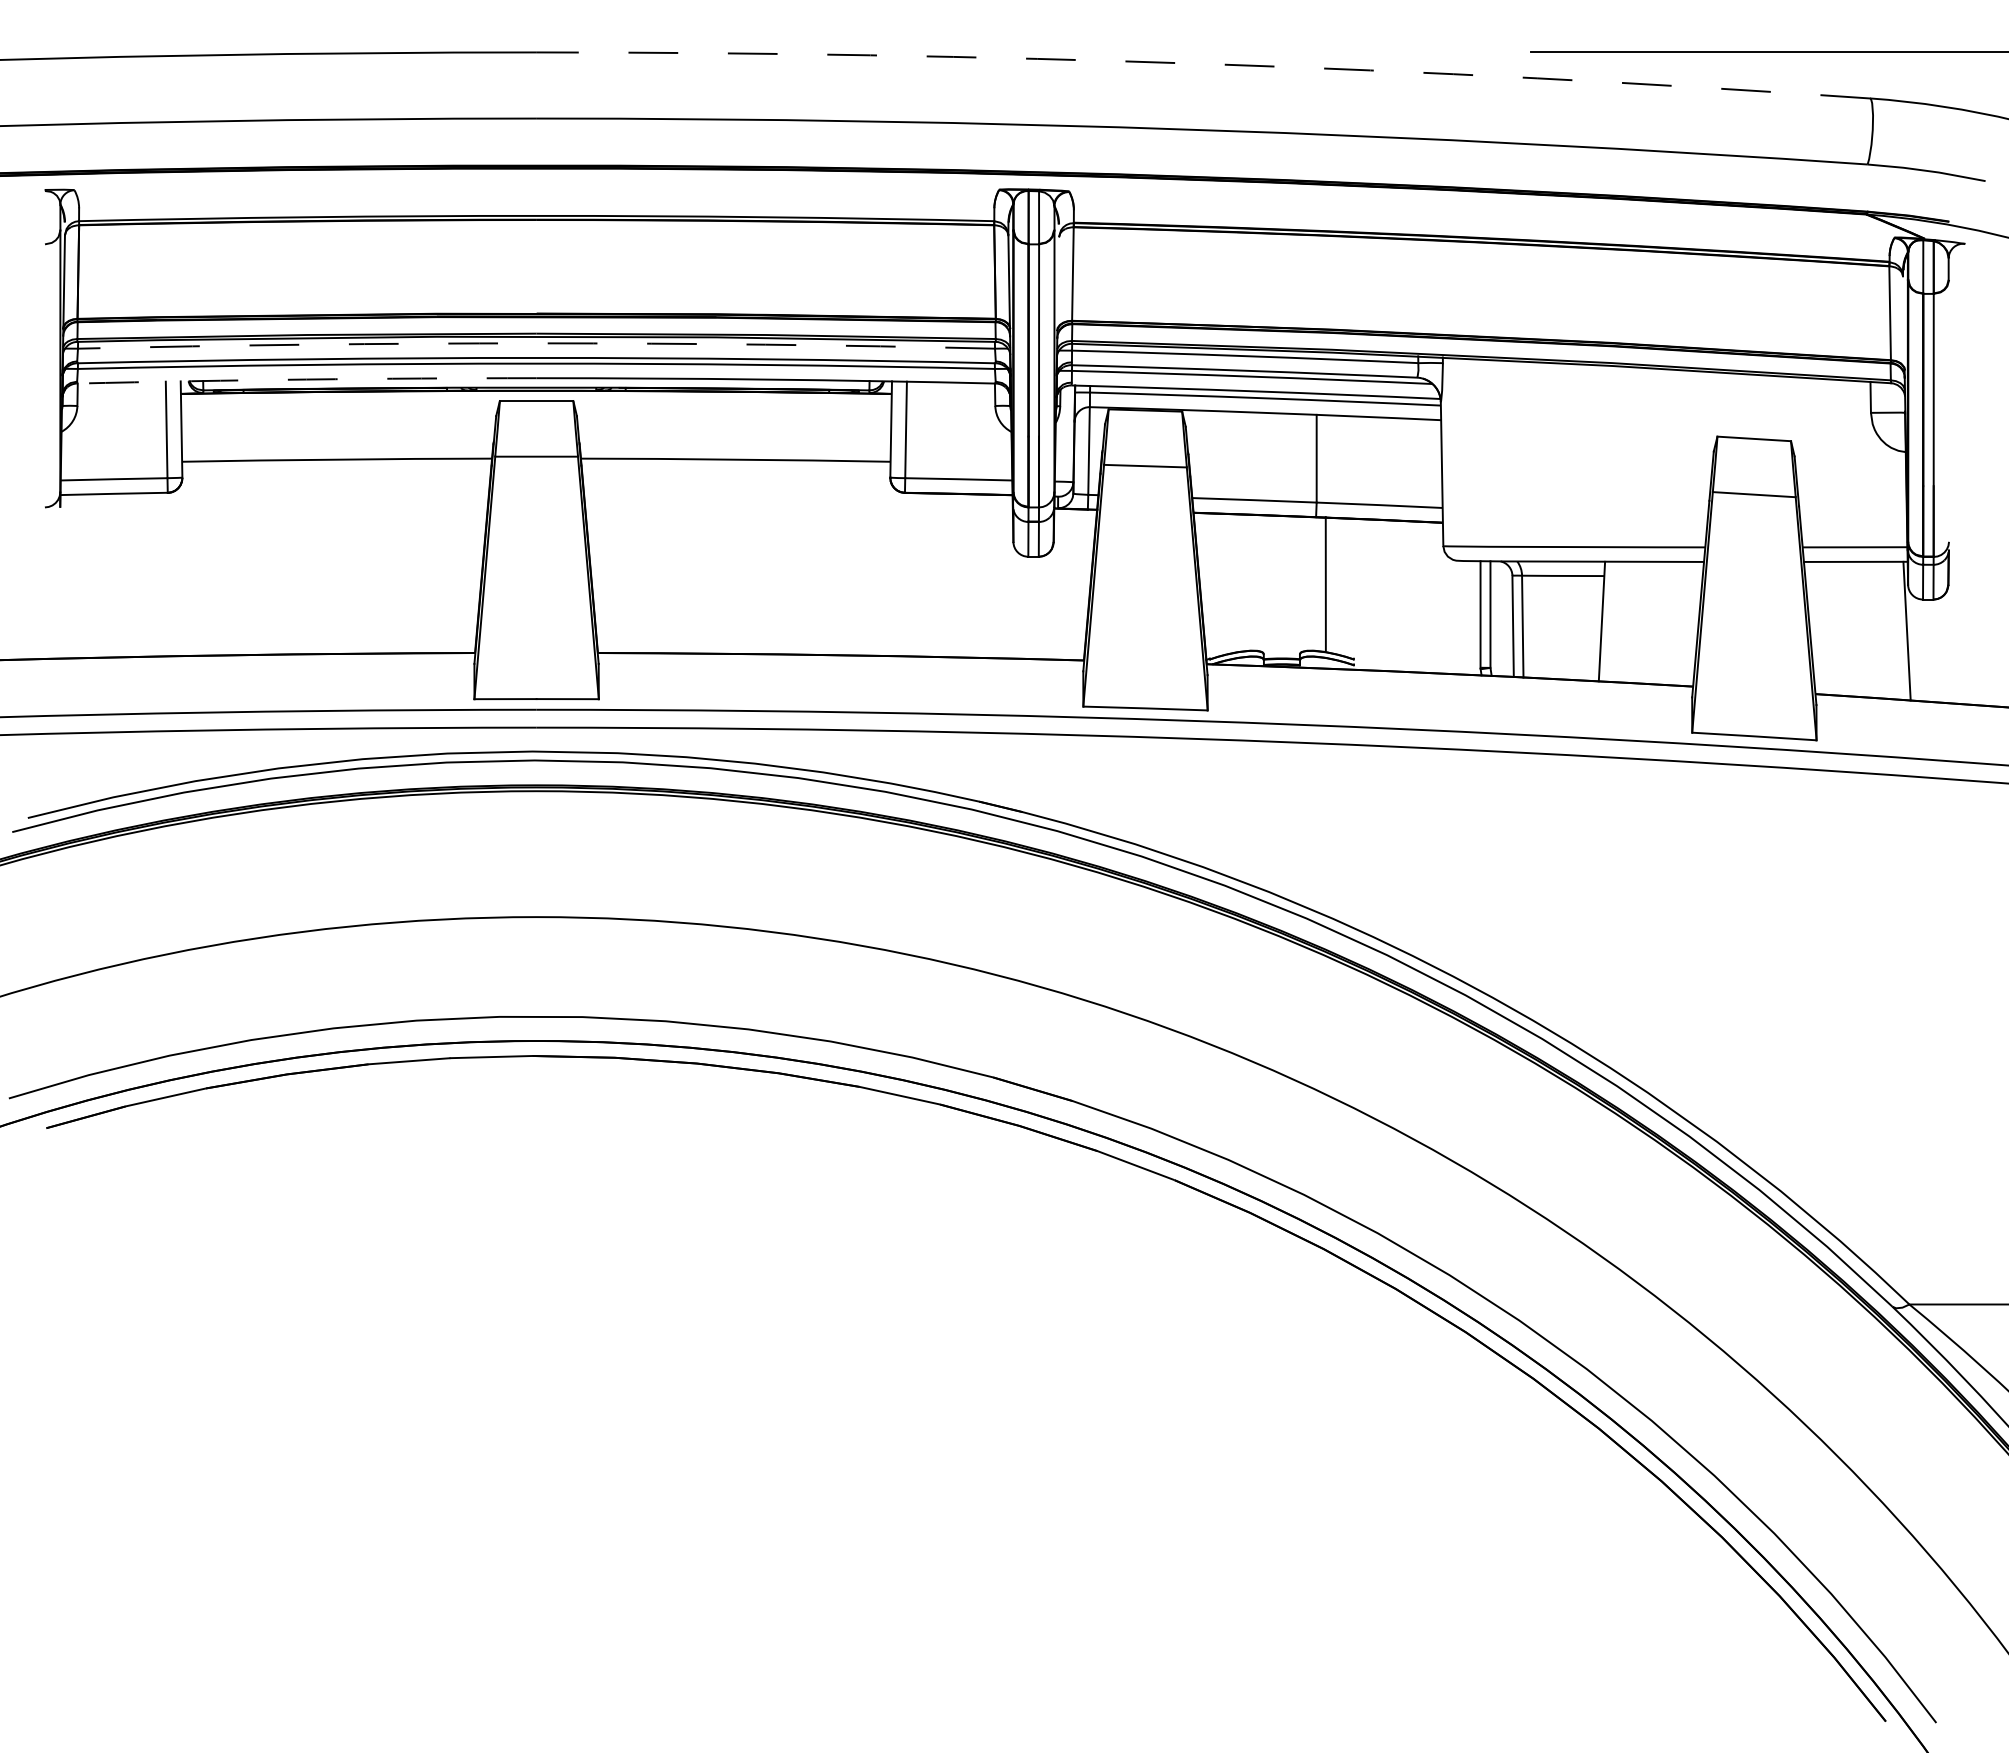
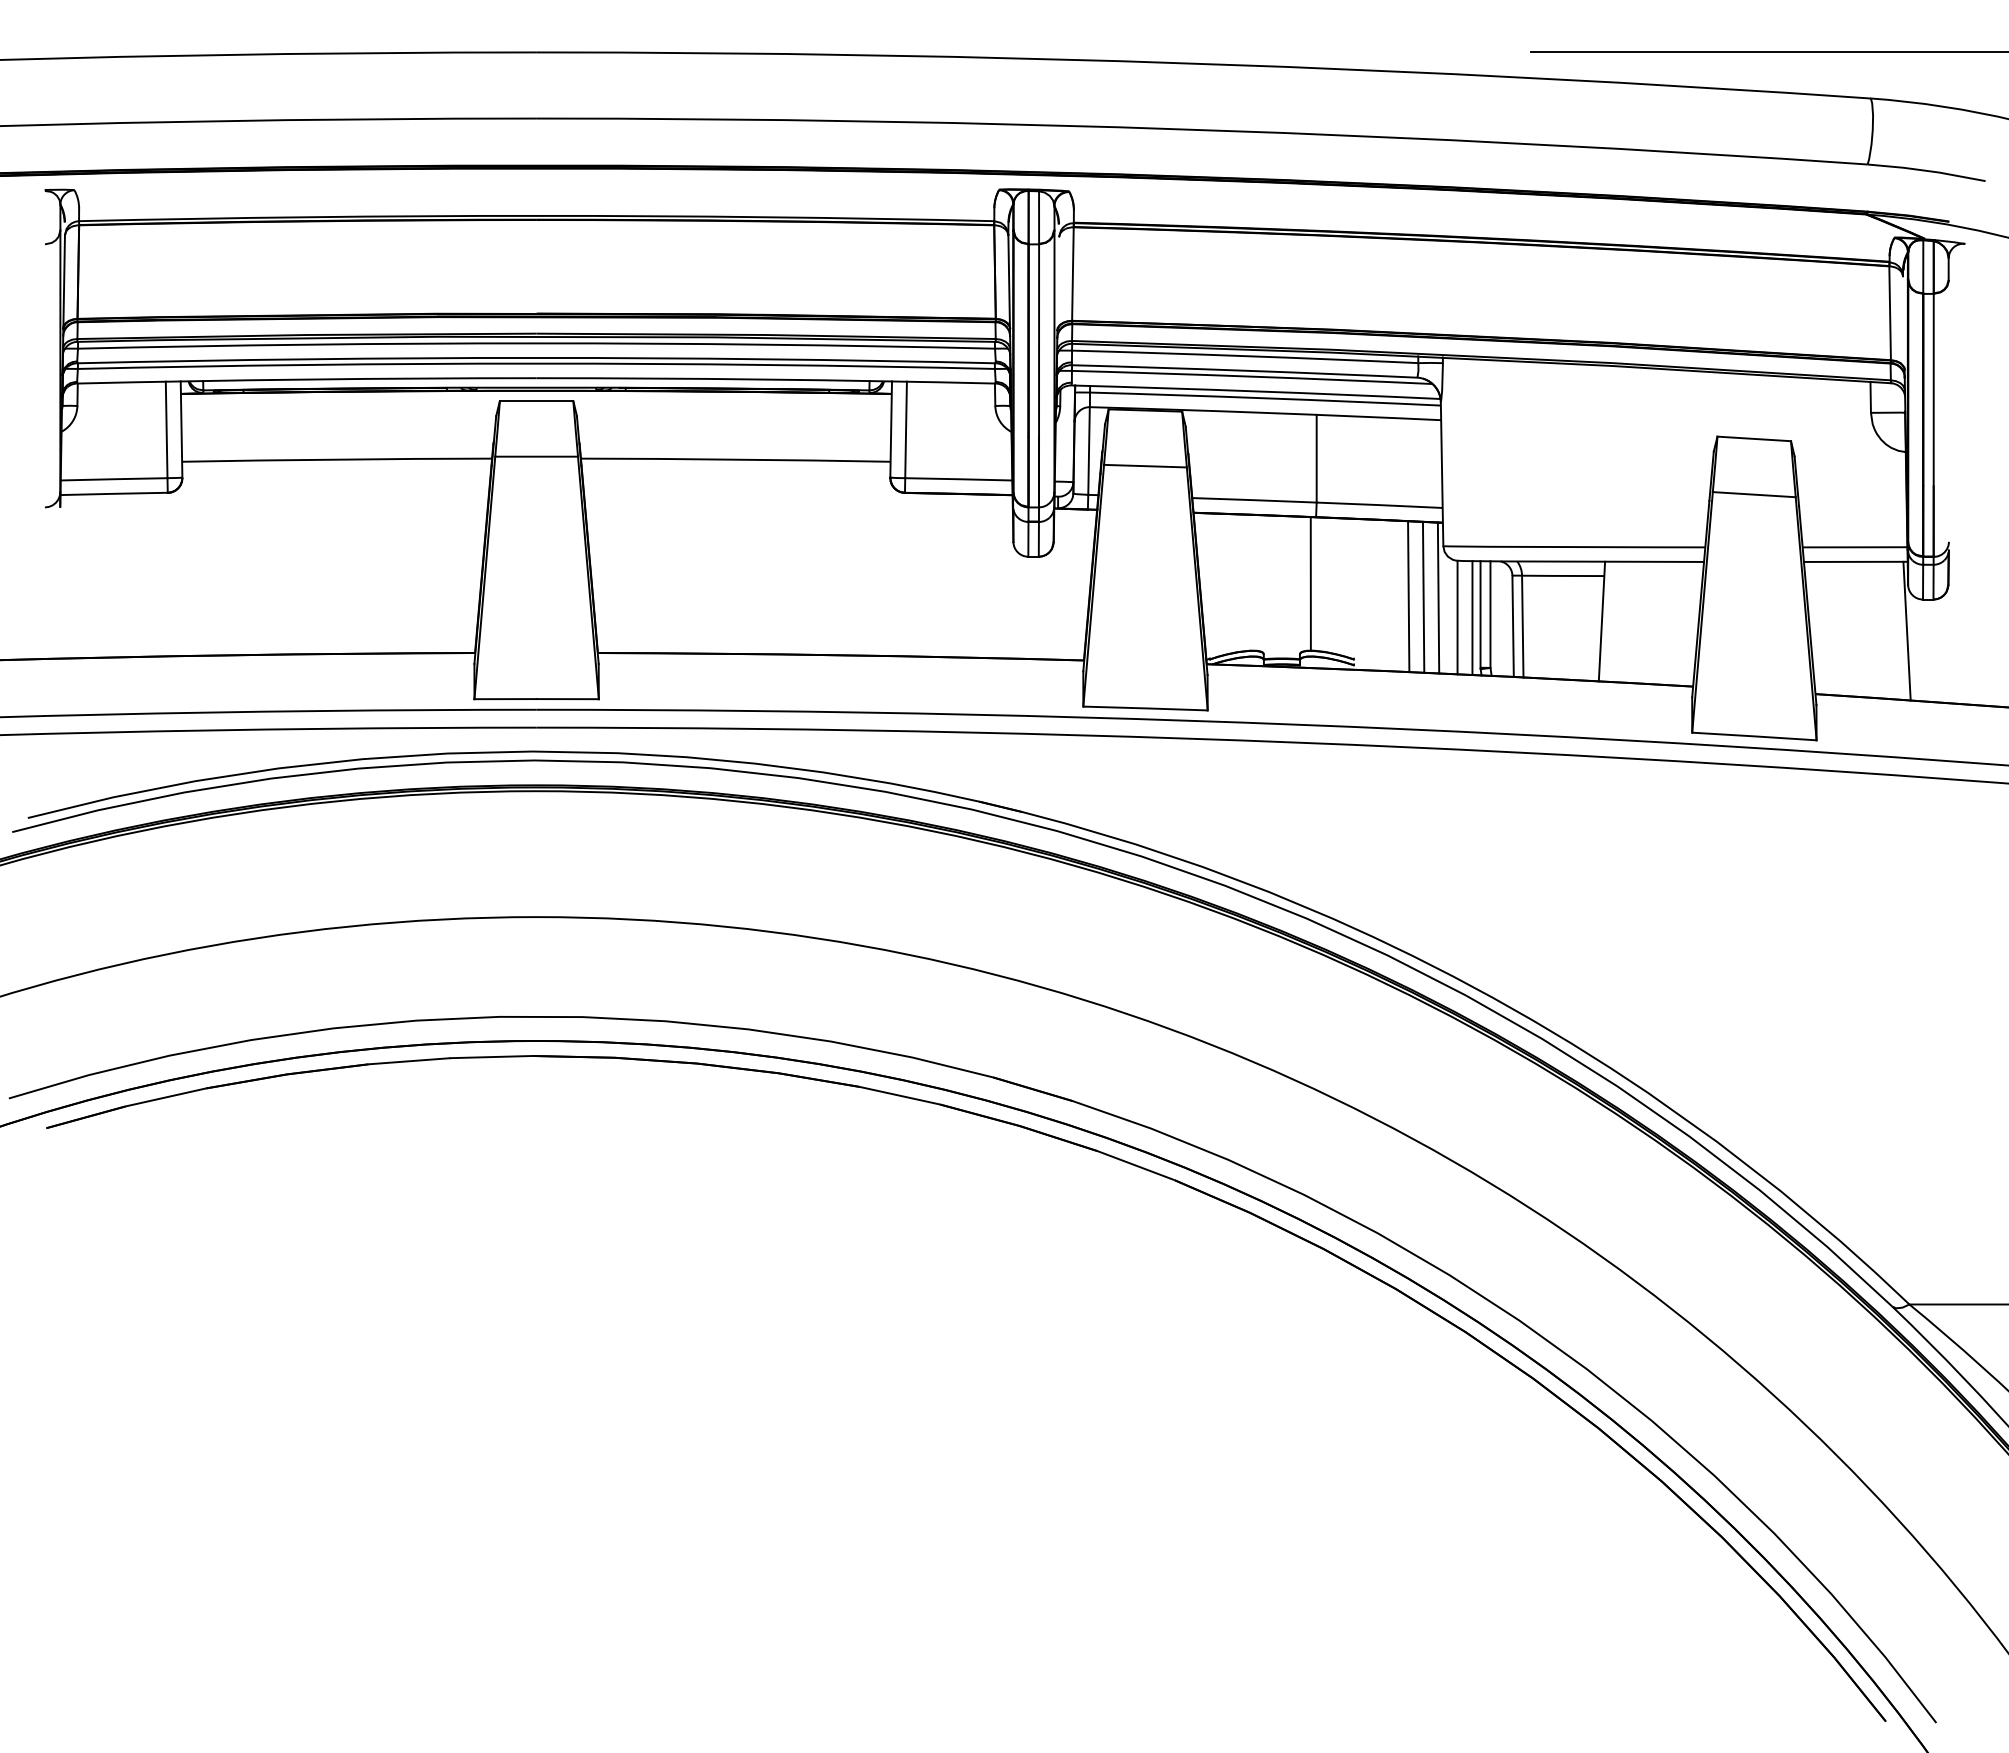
arc at (1203, 63): dashed -> solid
arc at (536, 343): dashed -> solid
arc at (306, 379): dashed -> solid
line at (1325, 583) position: (1325, 583) -> (1310, 583)
line at (1408, 596): none -> present
line at (1423, 596): none -> present
line at (1438, 597): none -> present
line at (1457, 617): none -> present
line at (1472, 617): none -> present
